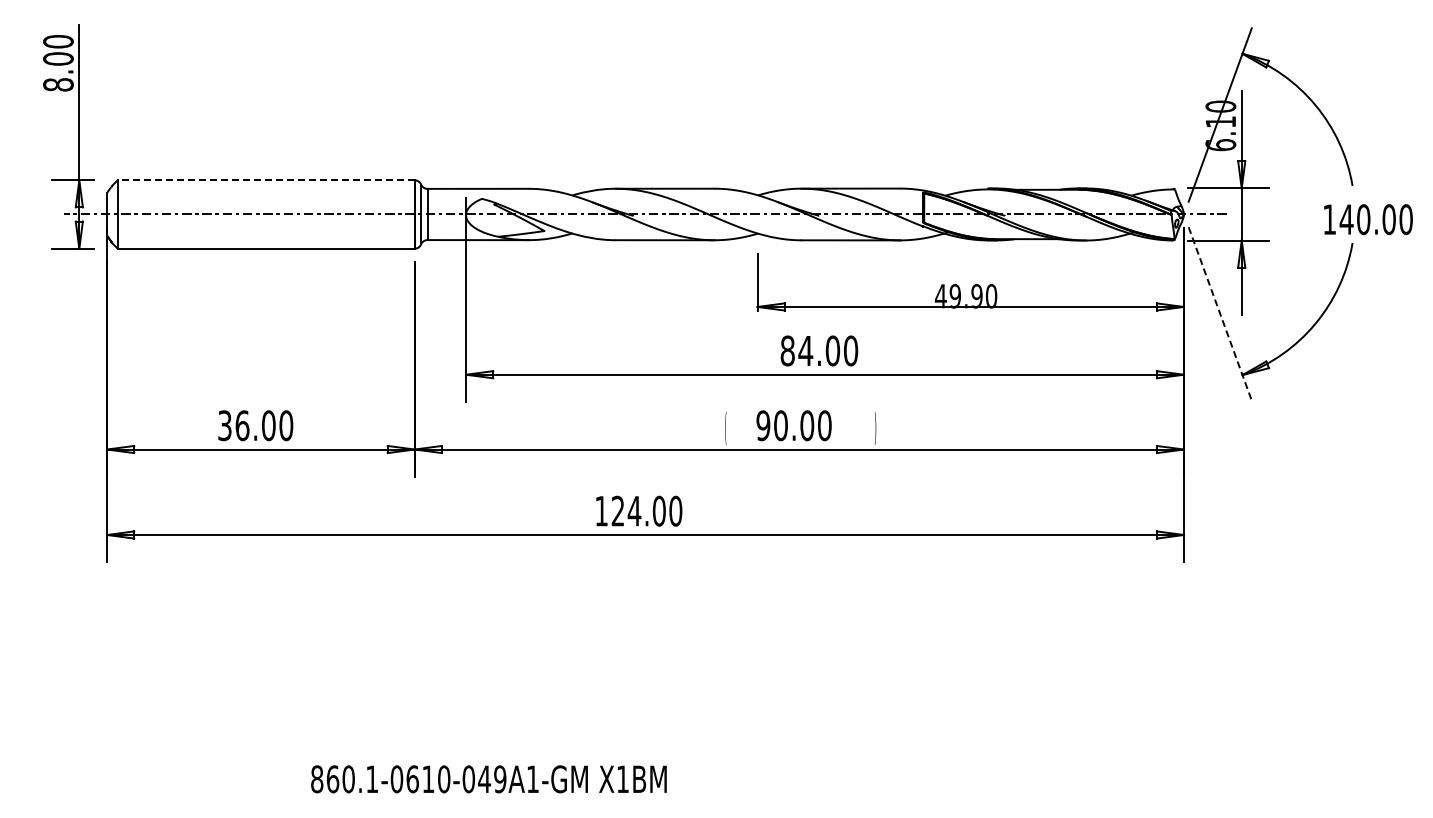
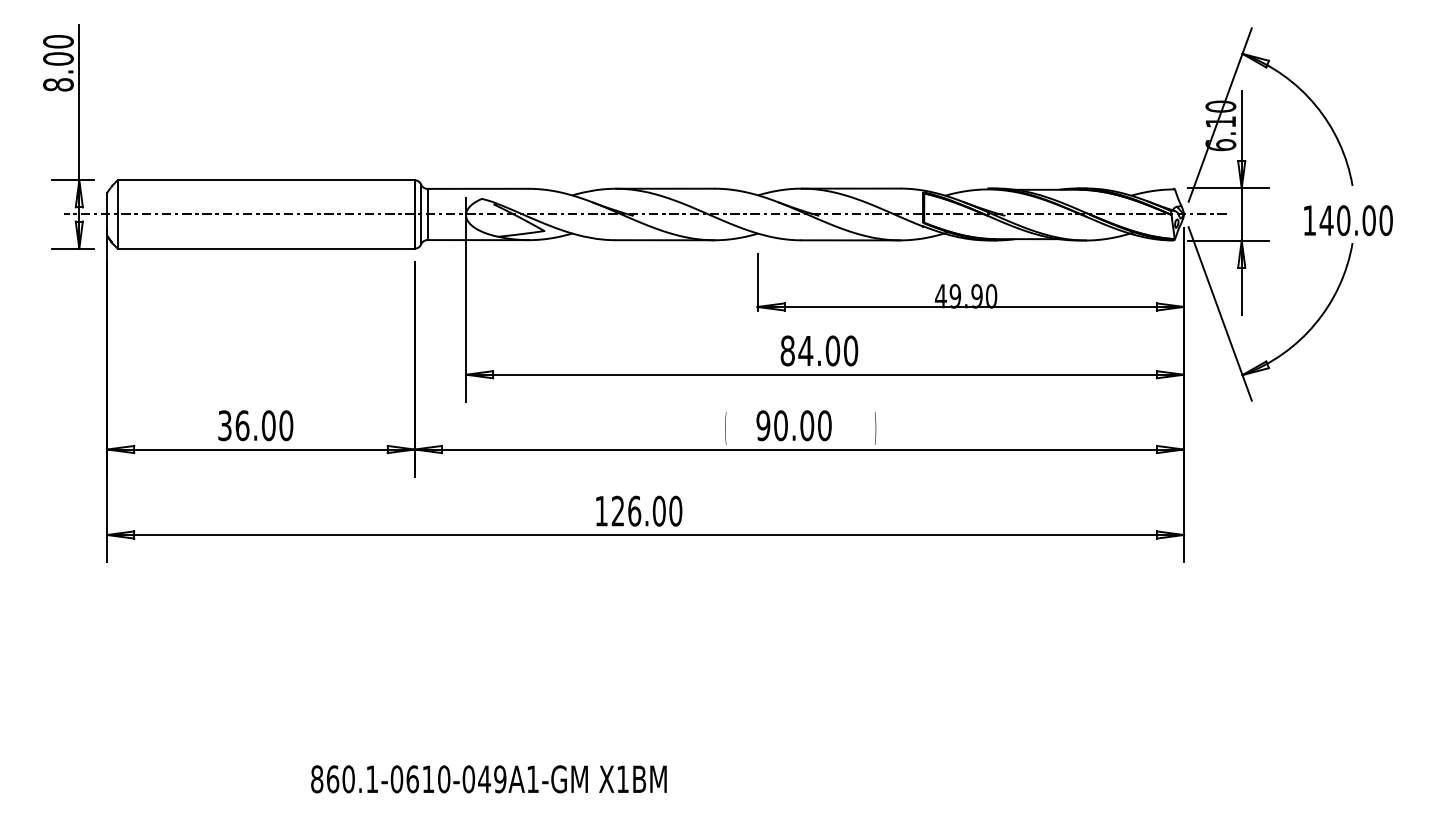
line at (266, 180): dashed -> solid
text at (1368, 219) position: (1368, 219) -> (1348, 220)
line at (1220, 314): dashed -> solid
text at (634, 510): 124.00 -> 126.00
